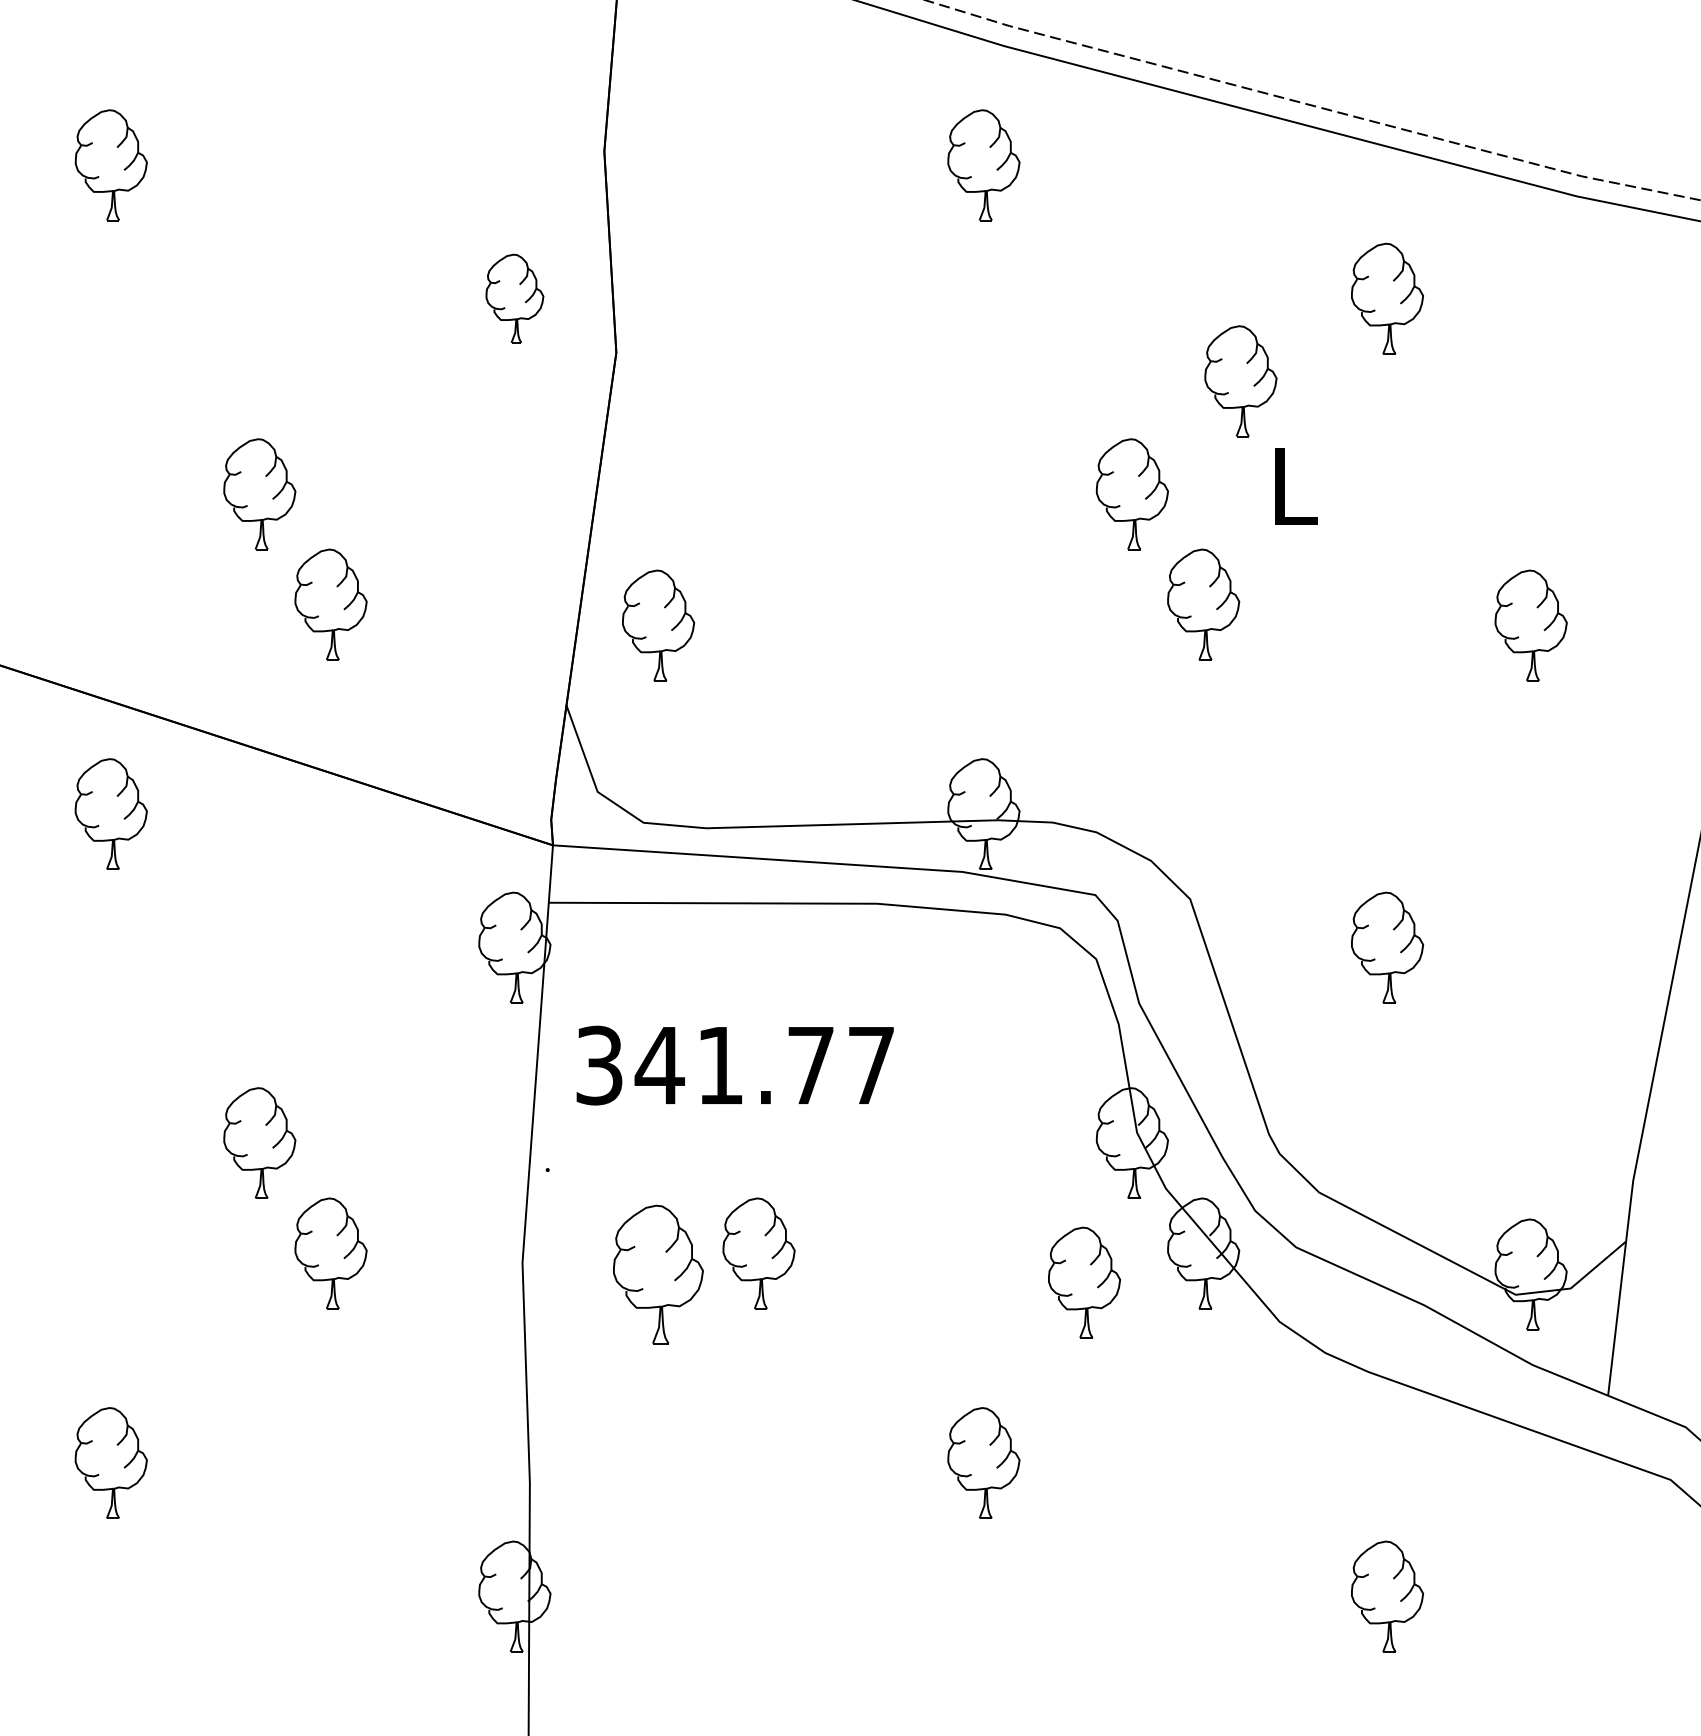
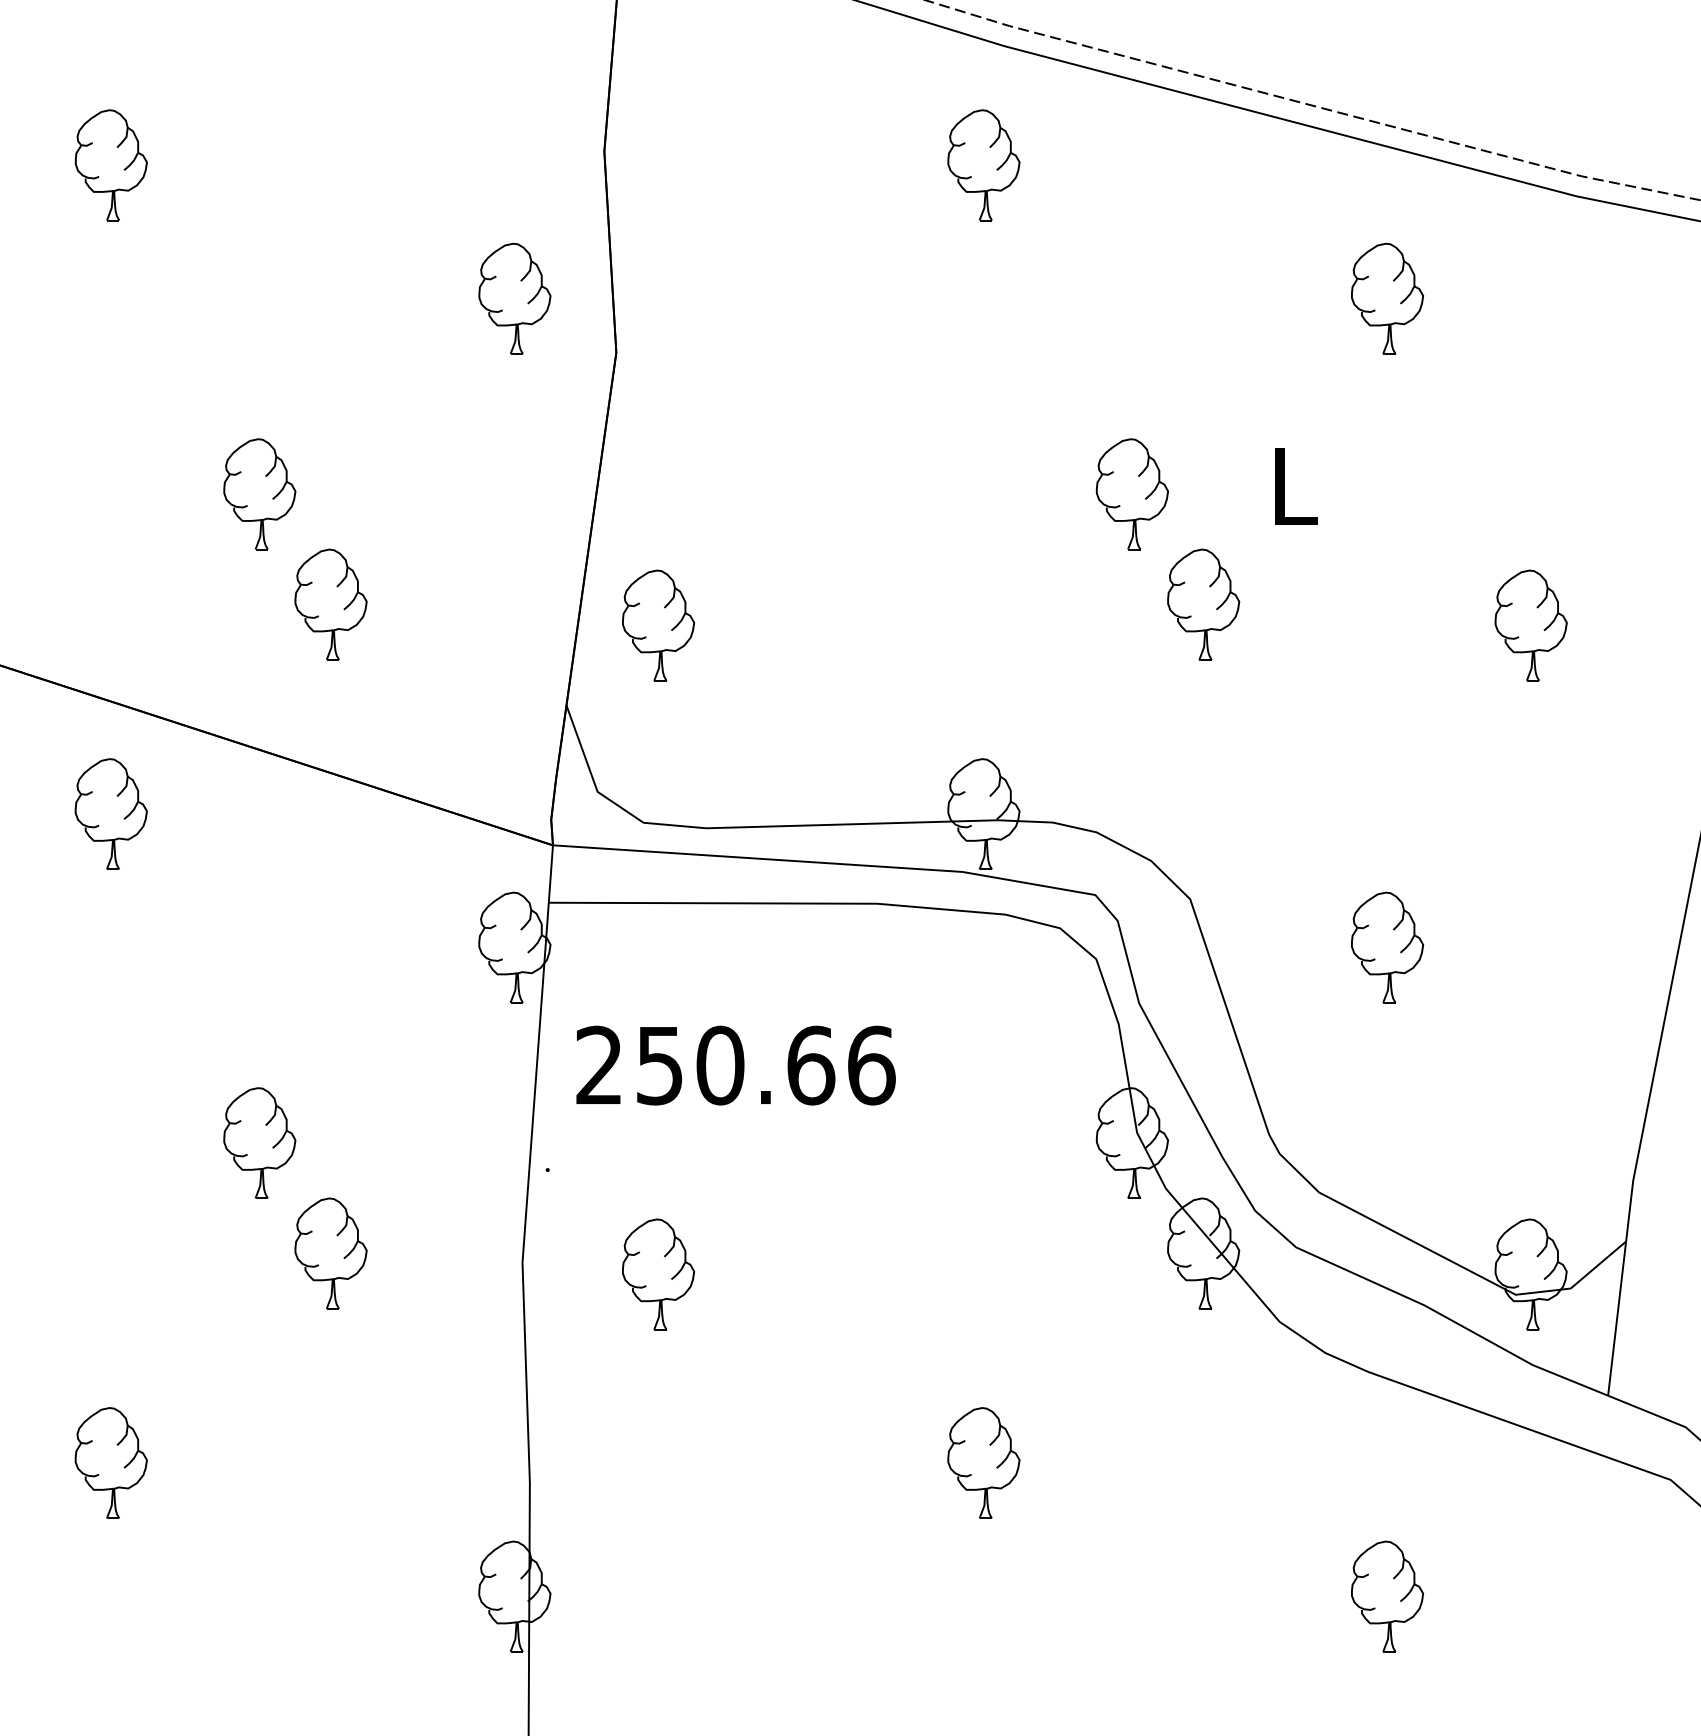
part at (514, 298) size: 60x91 px -> 74x113 px
part at (1240, 381): present -> none
text at (735, 1065): 341.77 -> 250.66
part at (758, 1253): present -> none
part at (658, 1274) size: 91x141 px -> 74x113 px
part at (1084, 1282): present -> none
